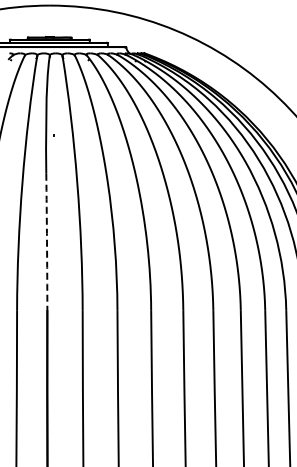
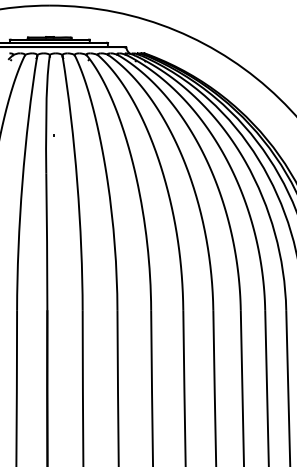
arc at (47, 241): dashed -> solid
